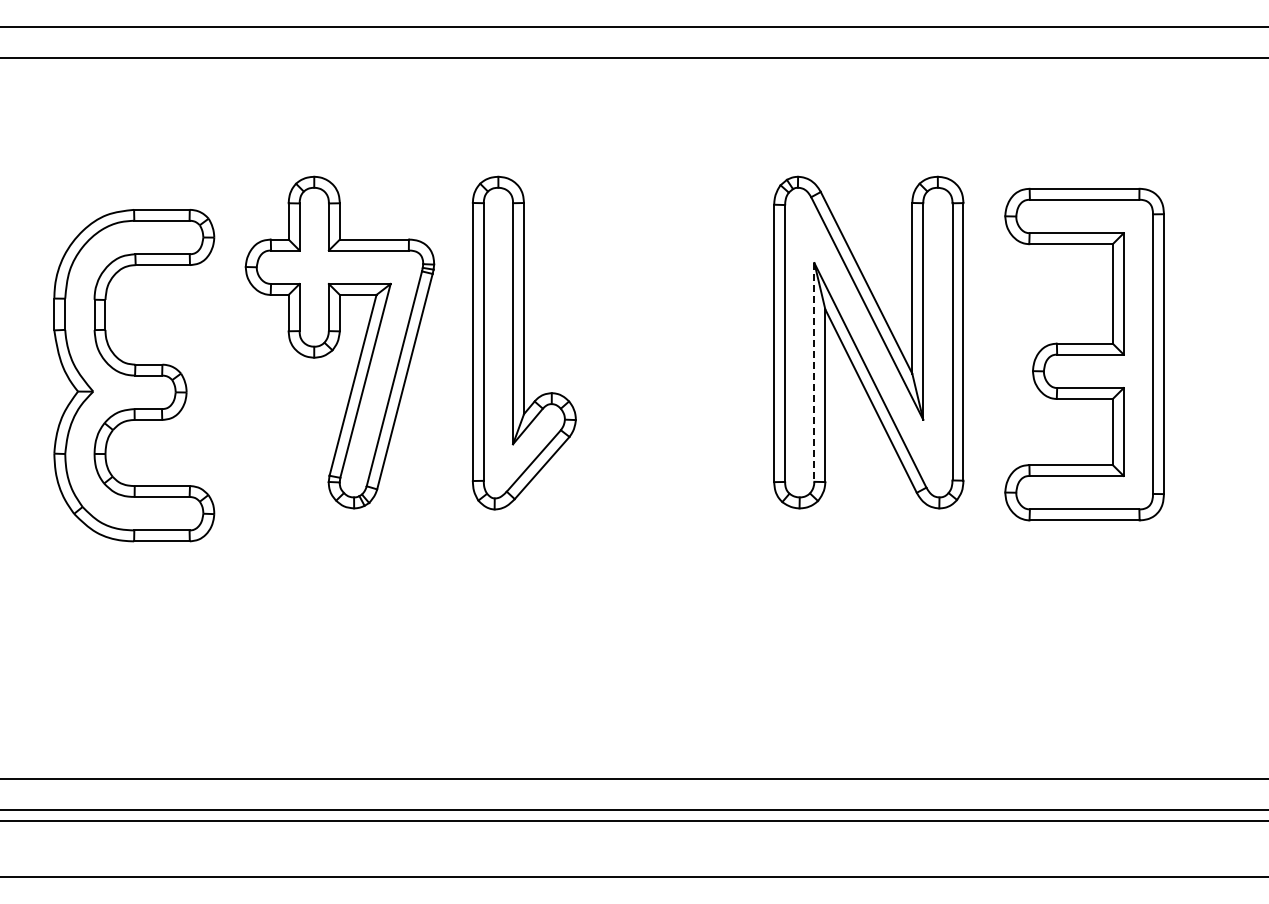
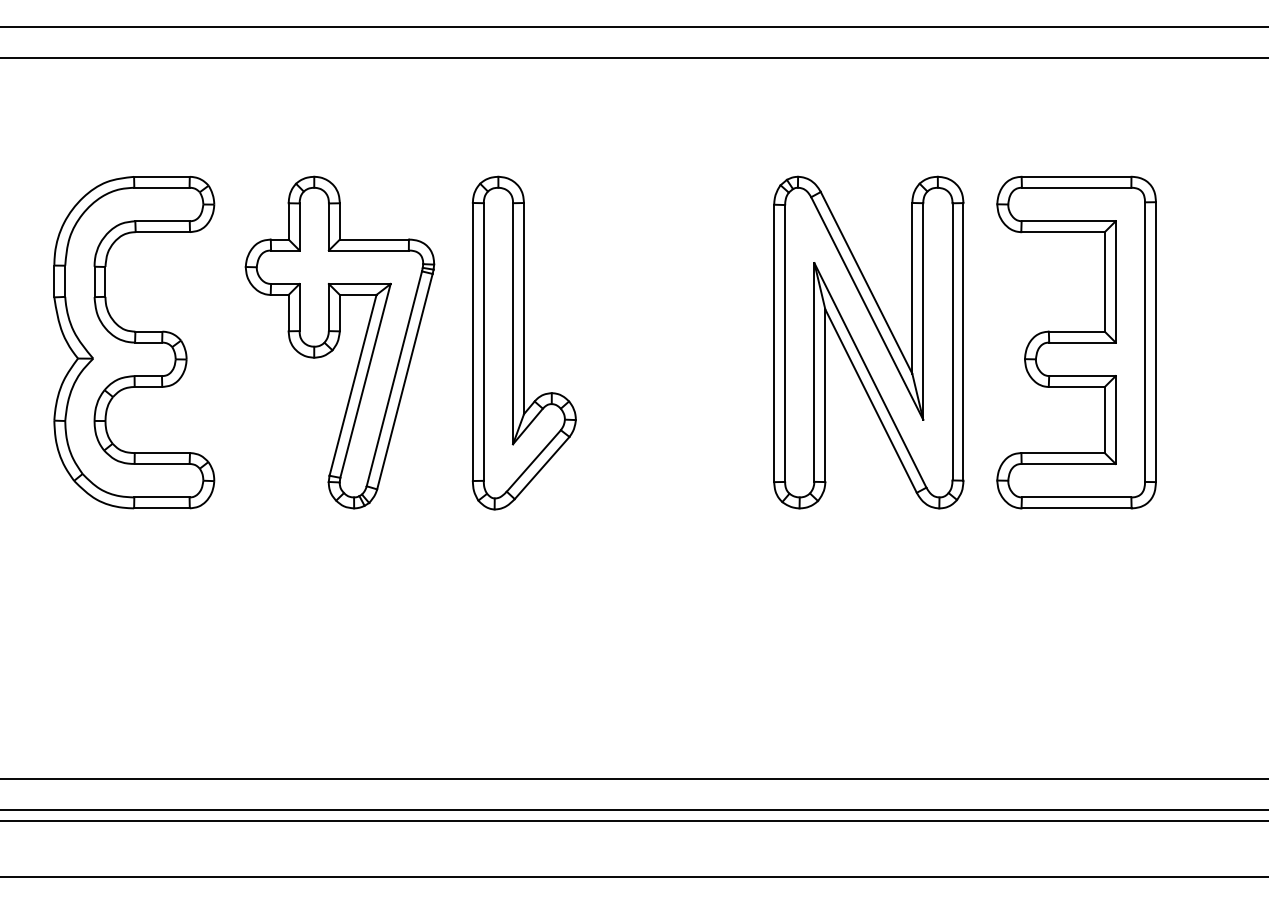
part at (1084, 354) position: (1084, 354) -> (1076, 342)
line at (814, 372): dashed -> solid
part at (134, 375) position: (134, 375) -> (134, 342)
